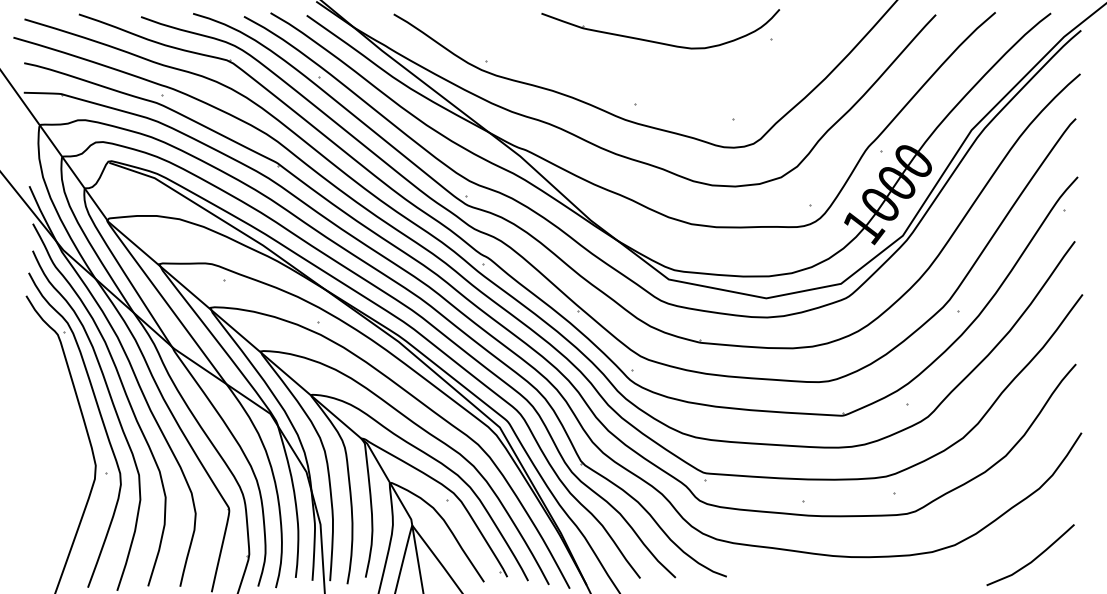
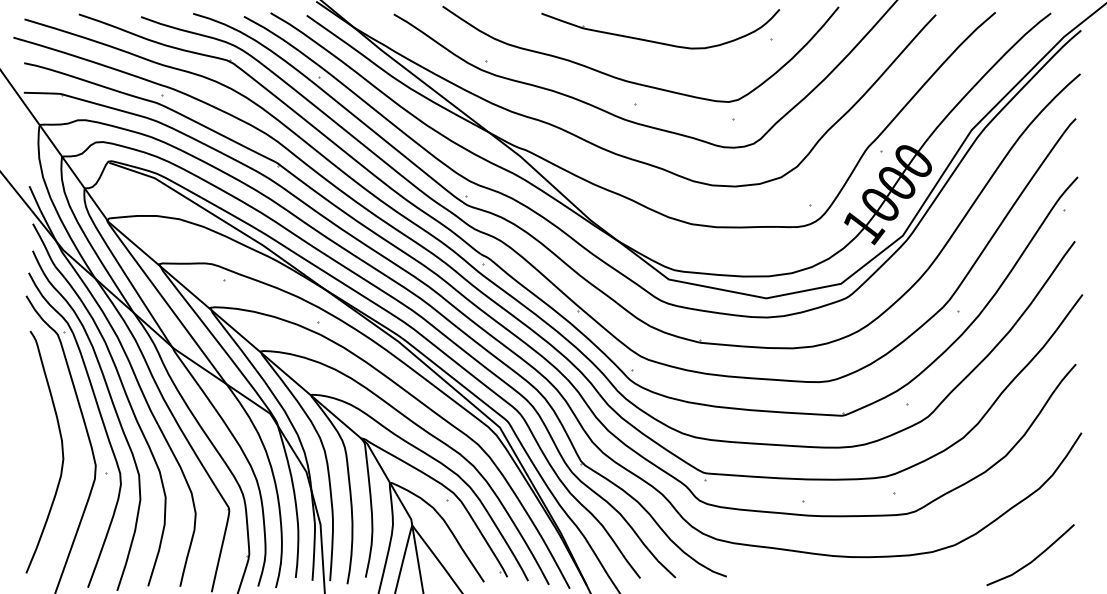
curve at (632, 81): none -> present
curve at (61, 451): none -> present
